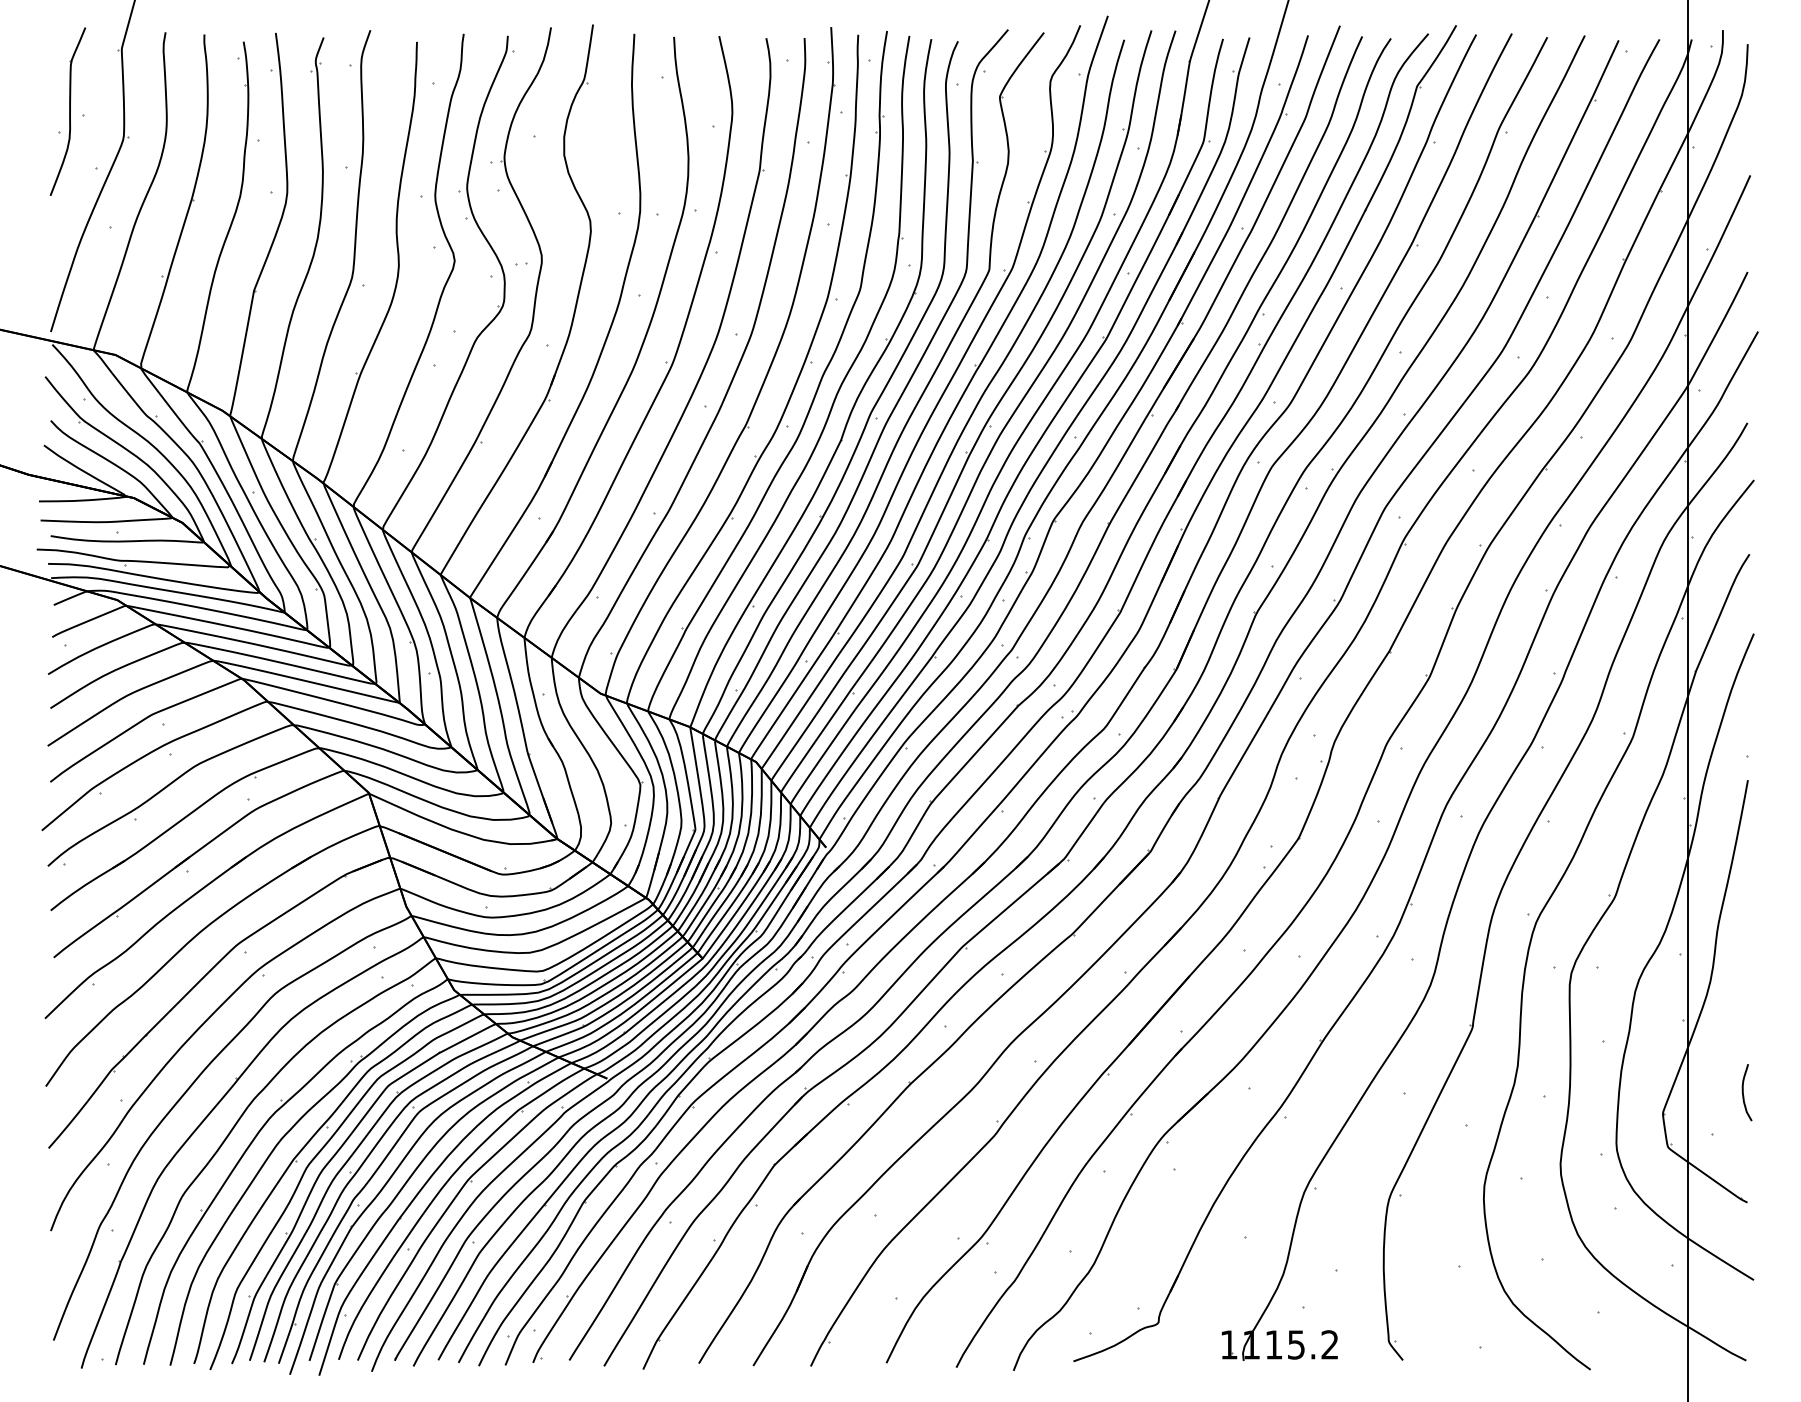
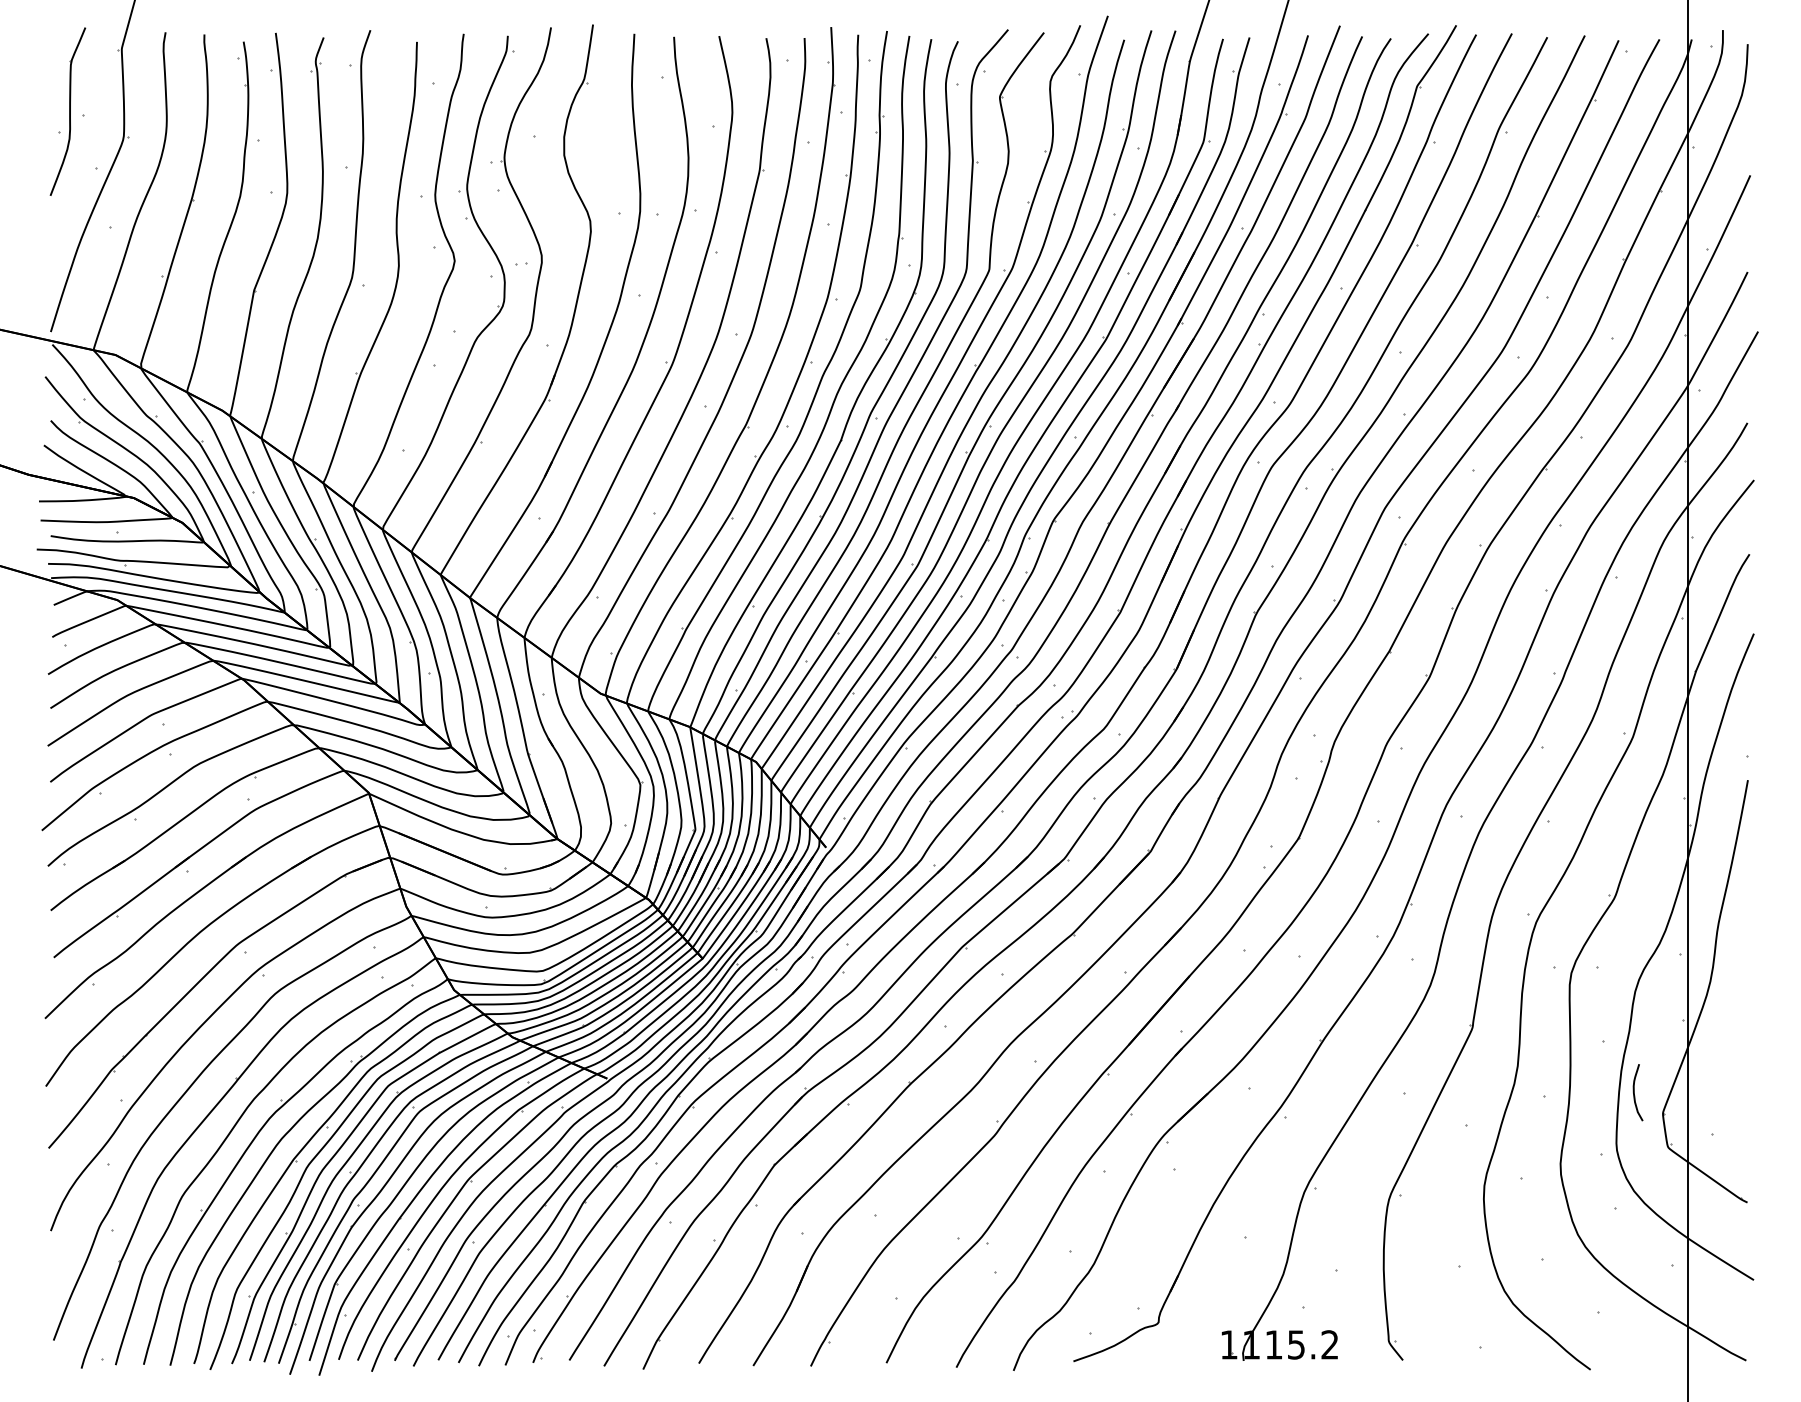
curve at (1743, 1092) position: (1743, 1092) -> (1634, 1092)
